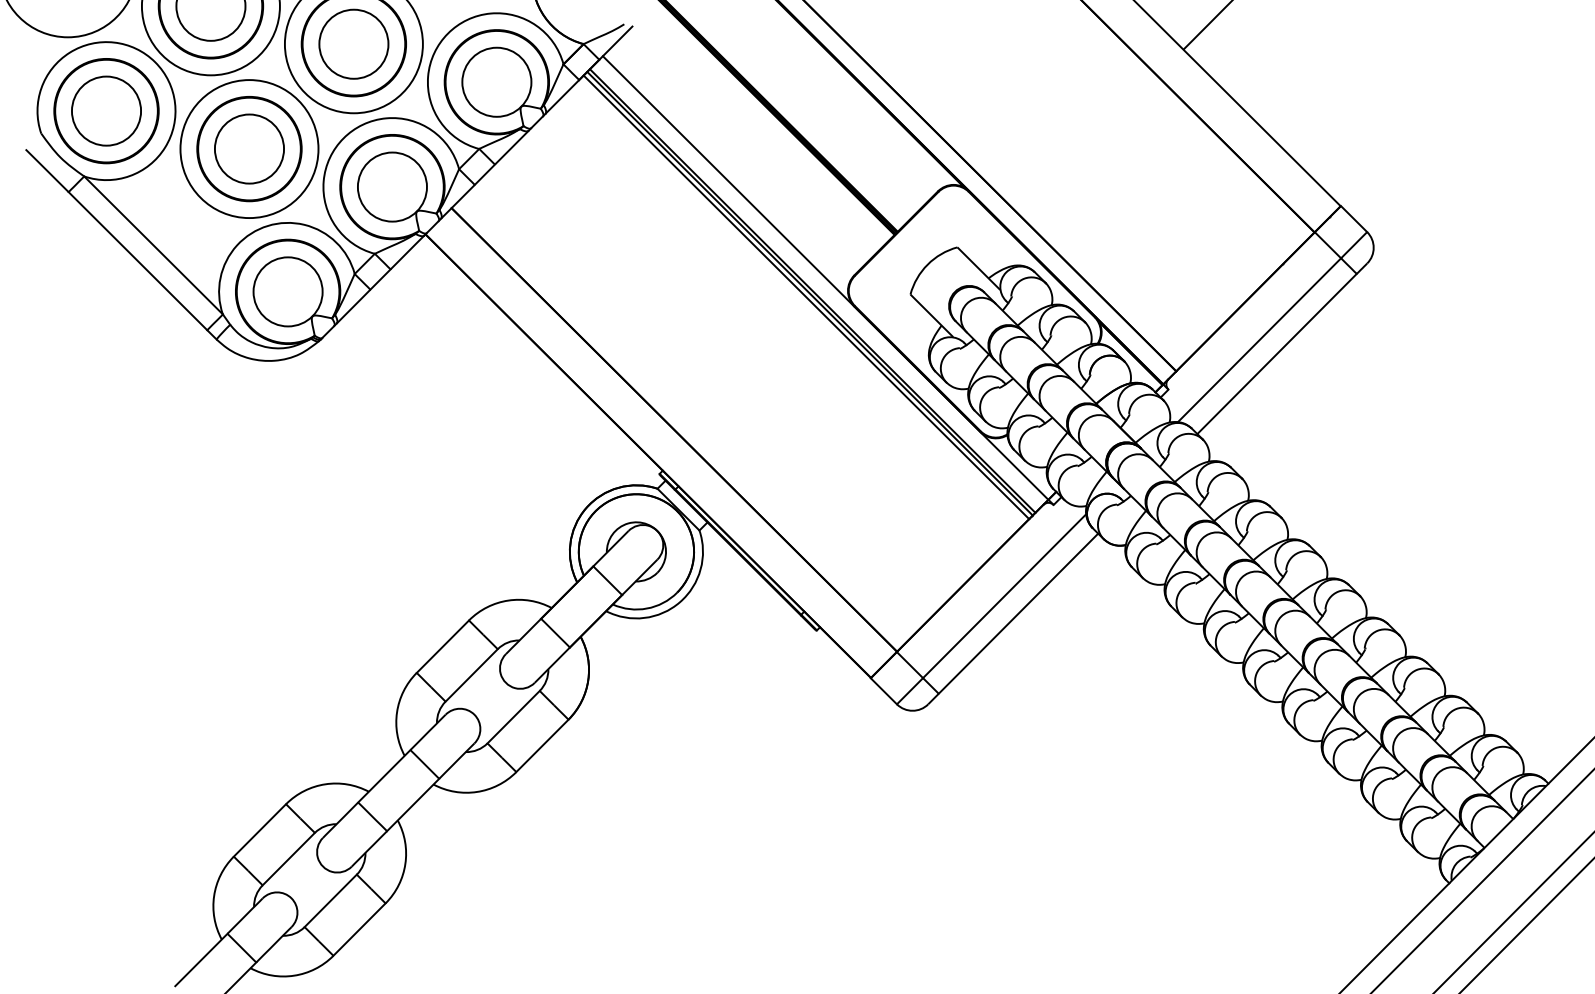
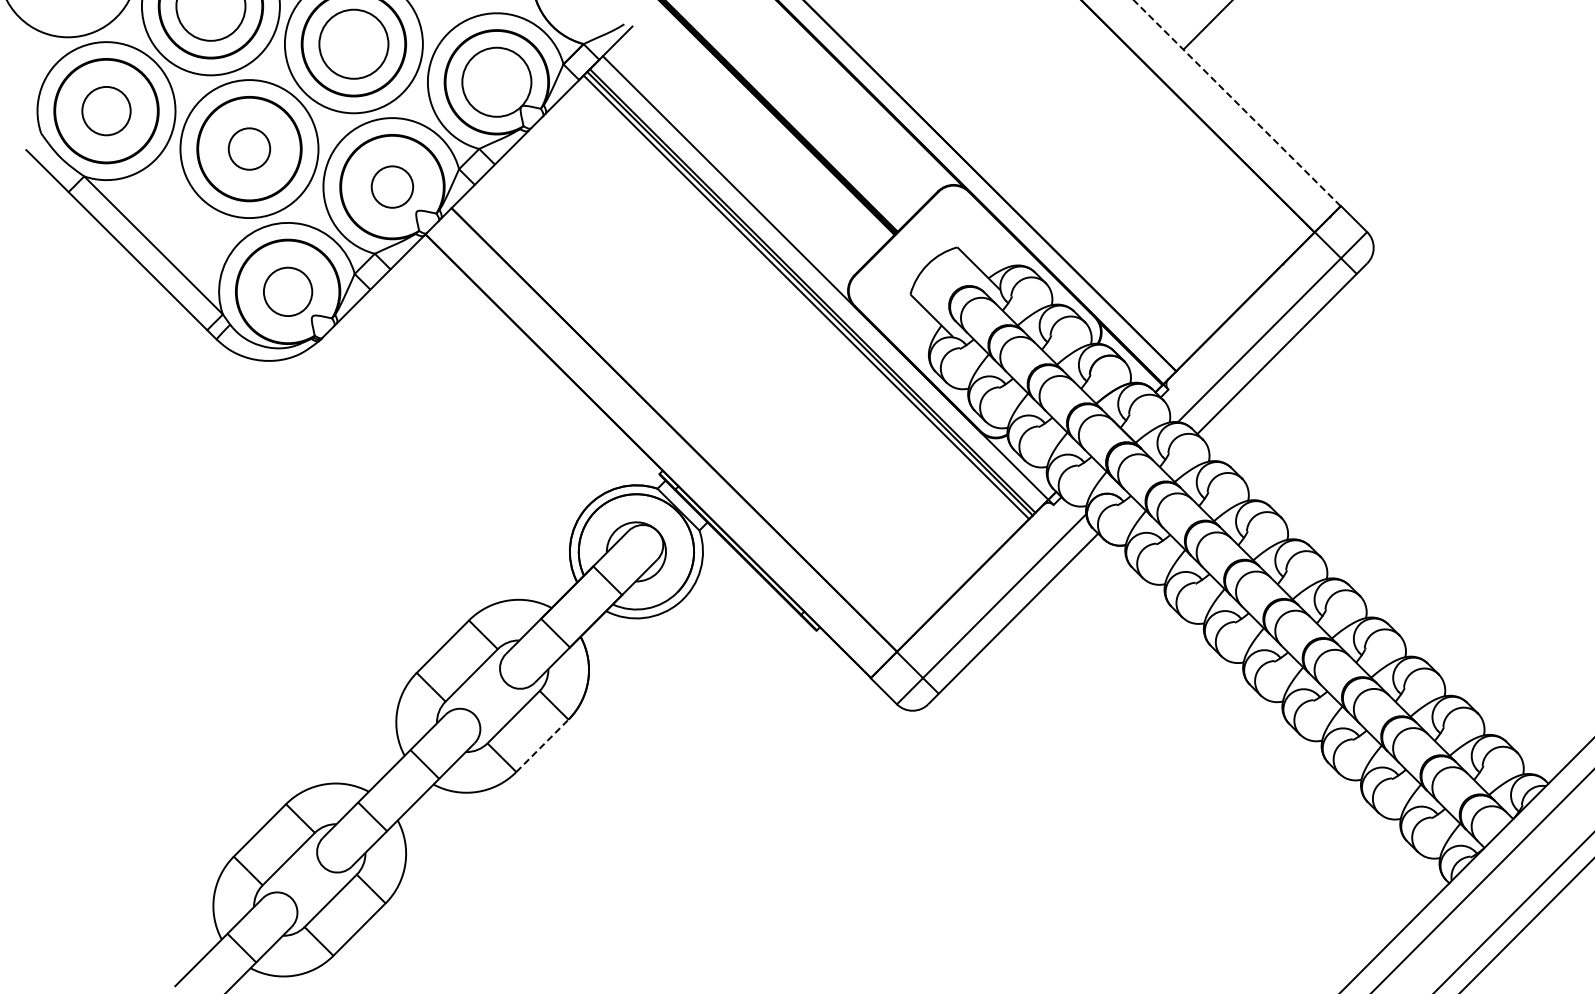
line at (1237, 103): solid -> dashed
circle at (106, 110) diameter: 69 px -> 48 px
circle at (249, 148) diameter: 69 px -> 41 px
circle at (392, 186) diameter: 69 px -> 41 px
circle at (287, 291) diameter: 69 px -> 48 px
line at (542, 745): solid -> dashed
